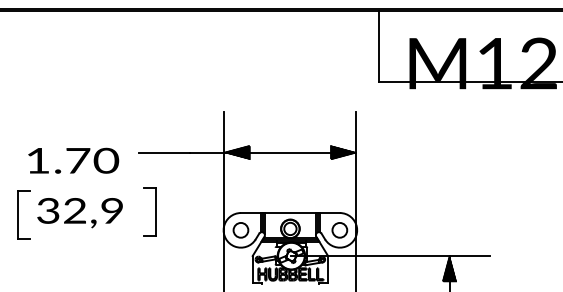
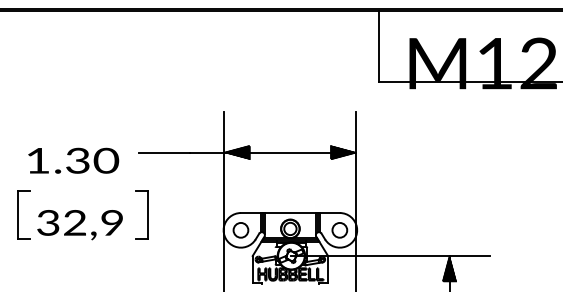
text at (78, 160): 1.70 -> 1.30
part at (149, 211) position: (149, 211) -> (141, 214)
text at (79, 213) position: (79, 213) -> (79, 225)
